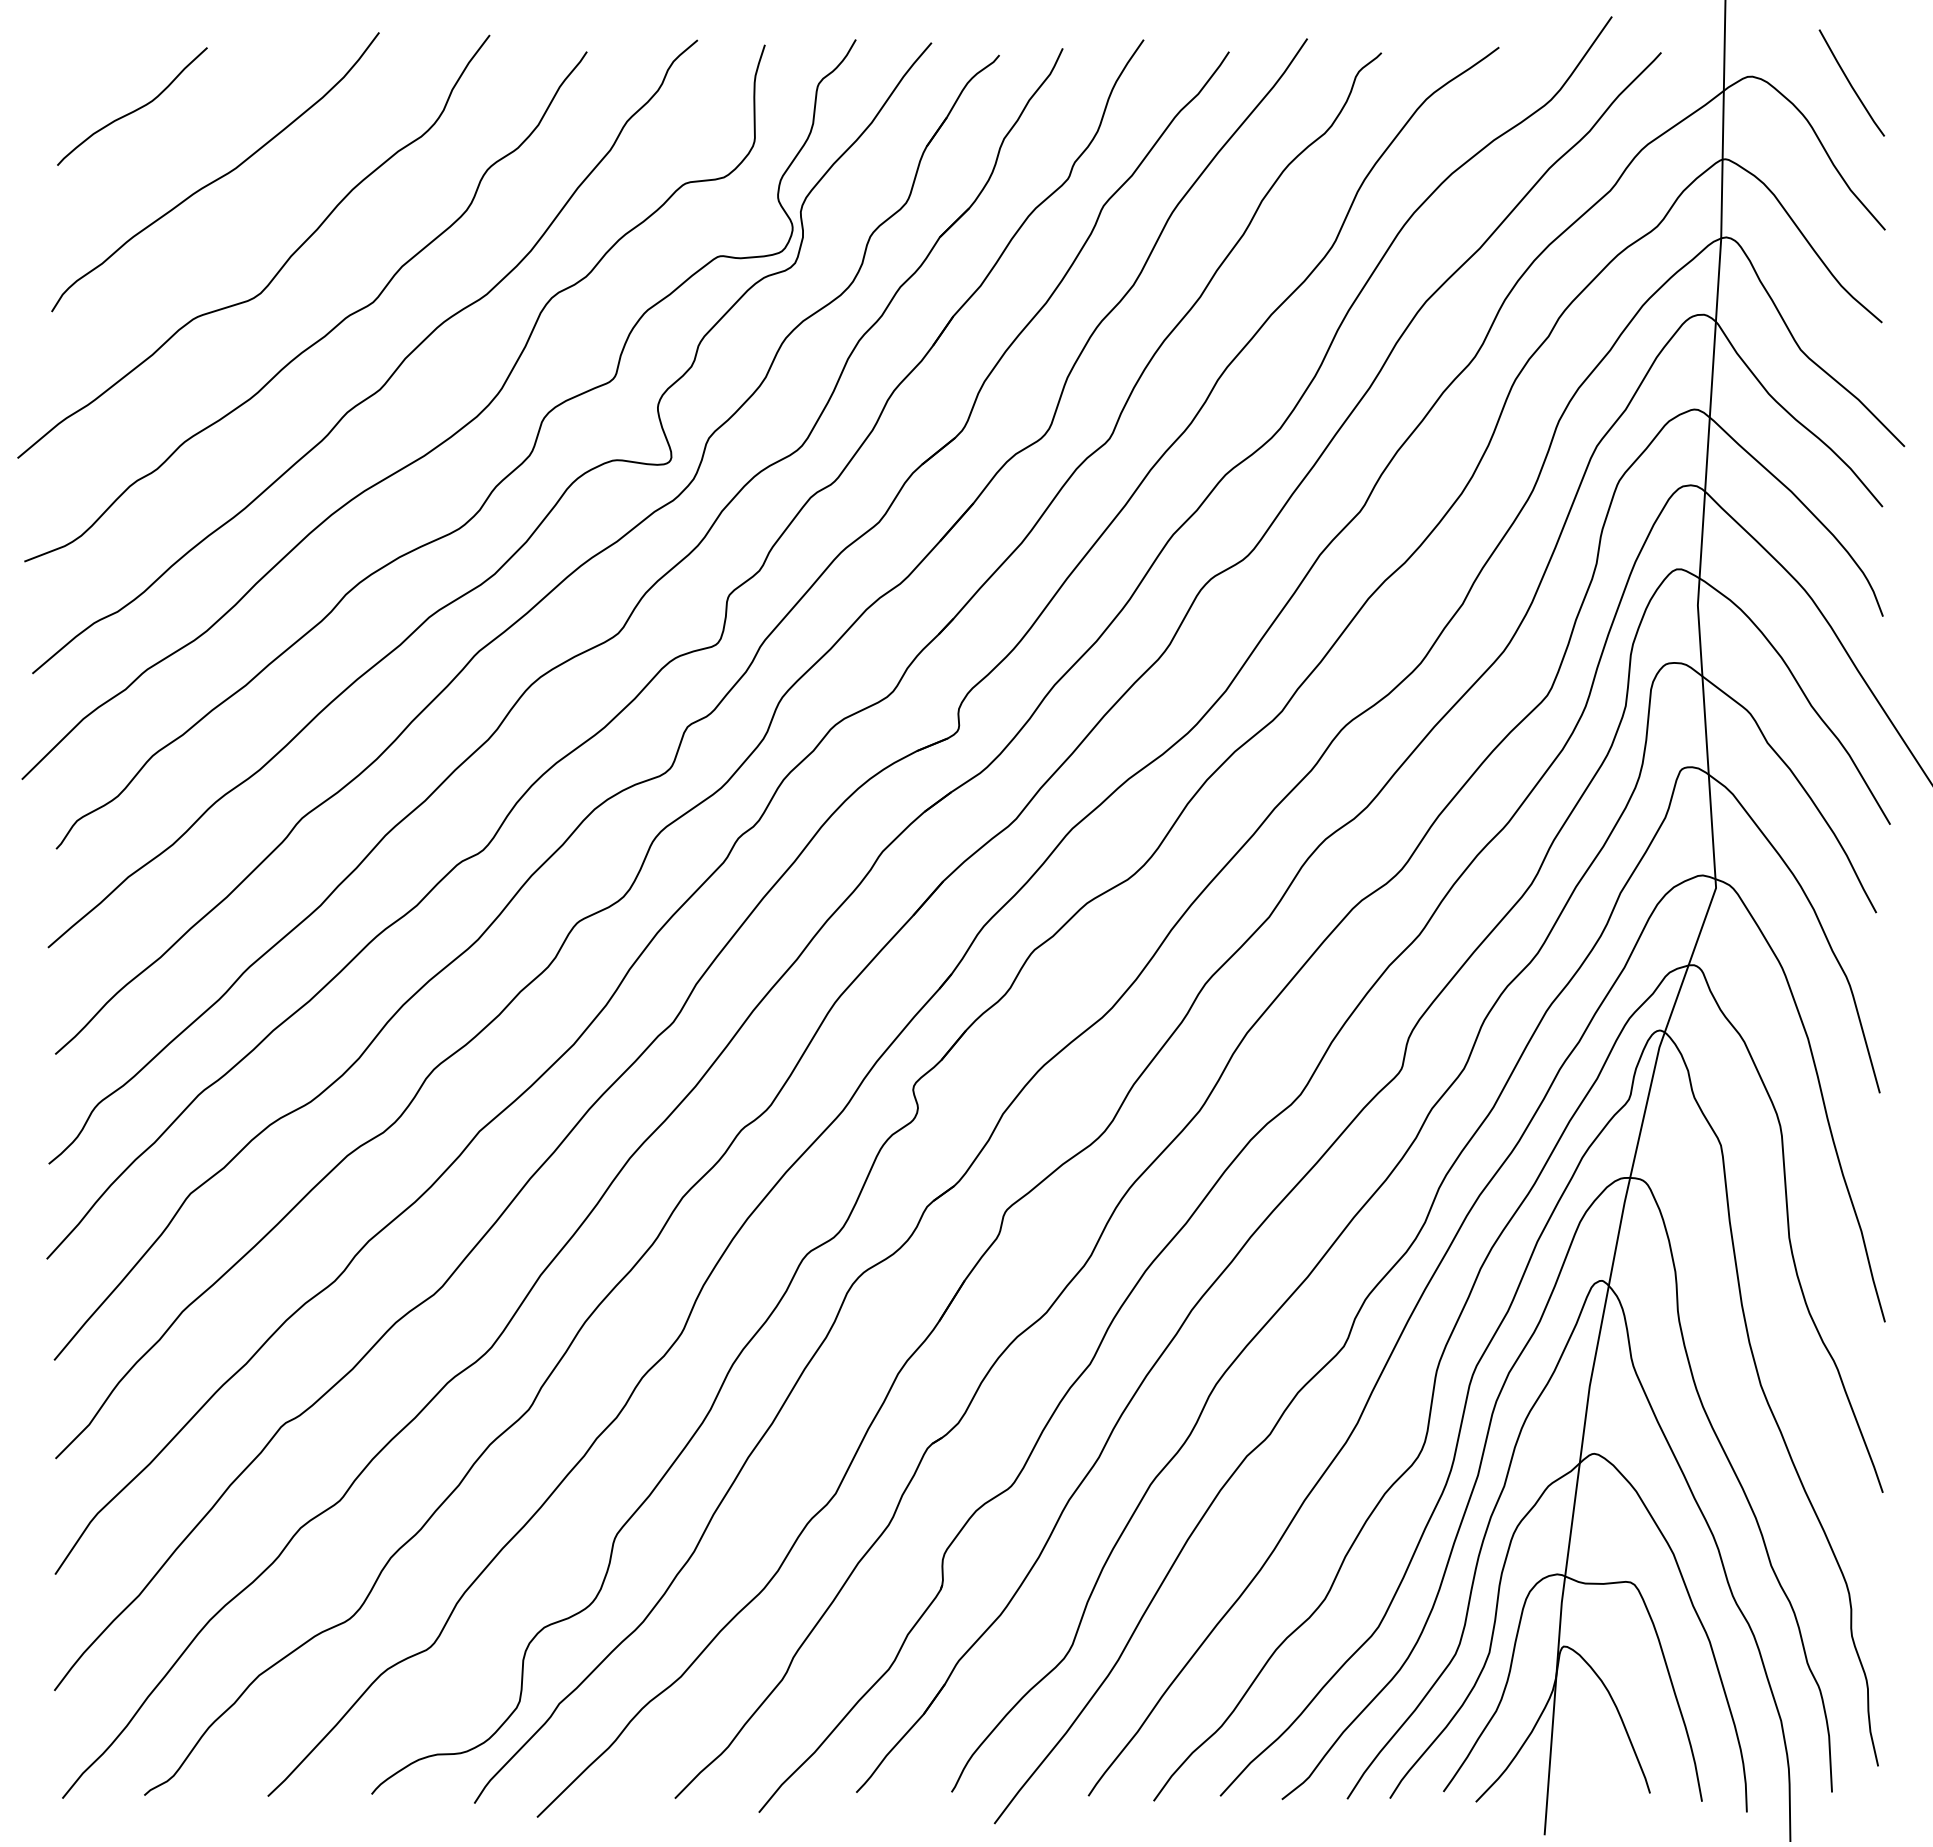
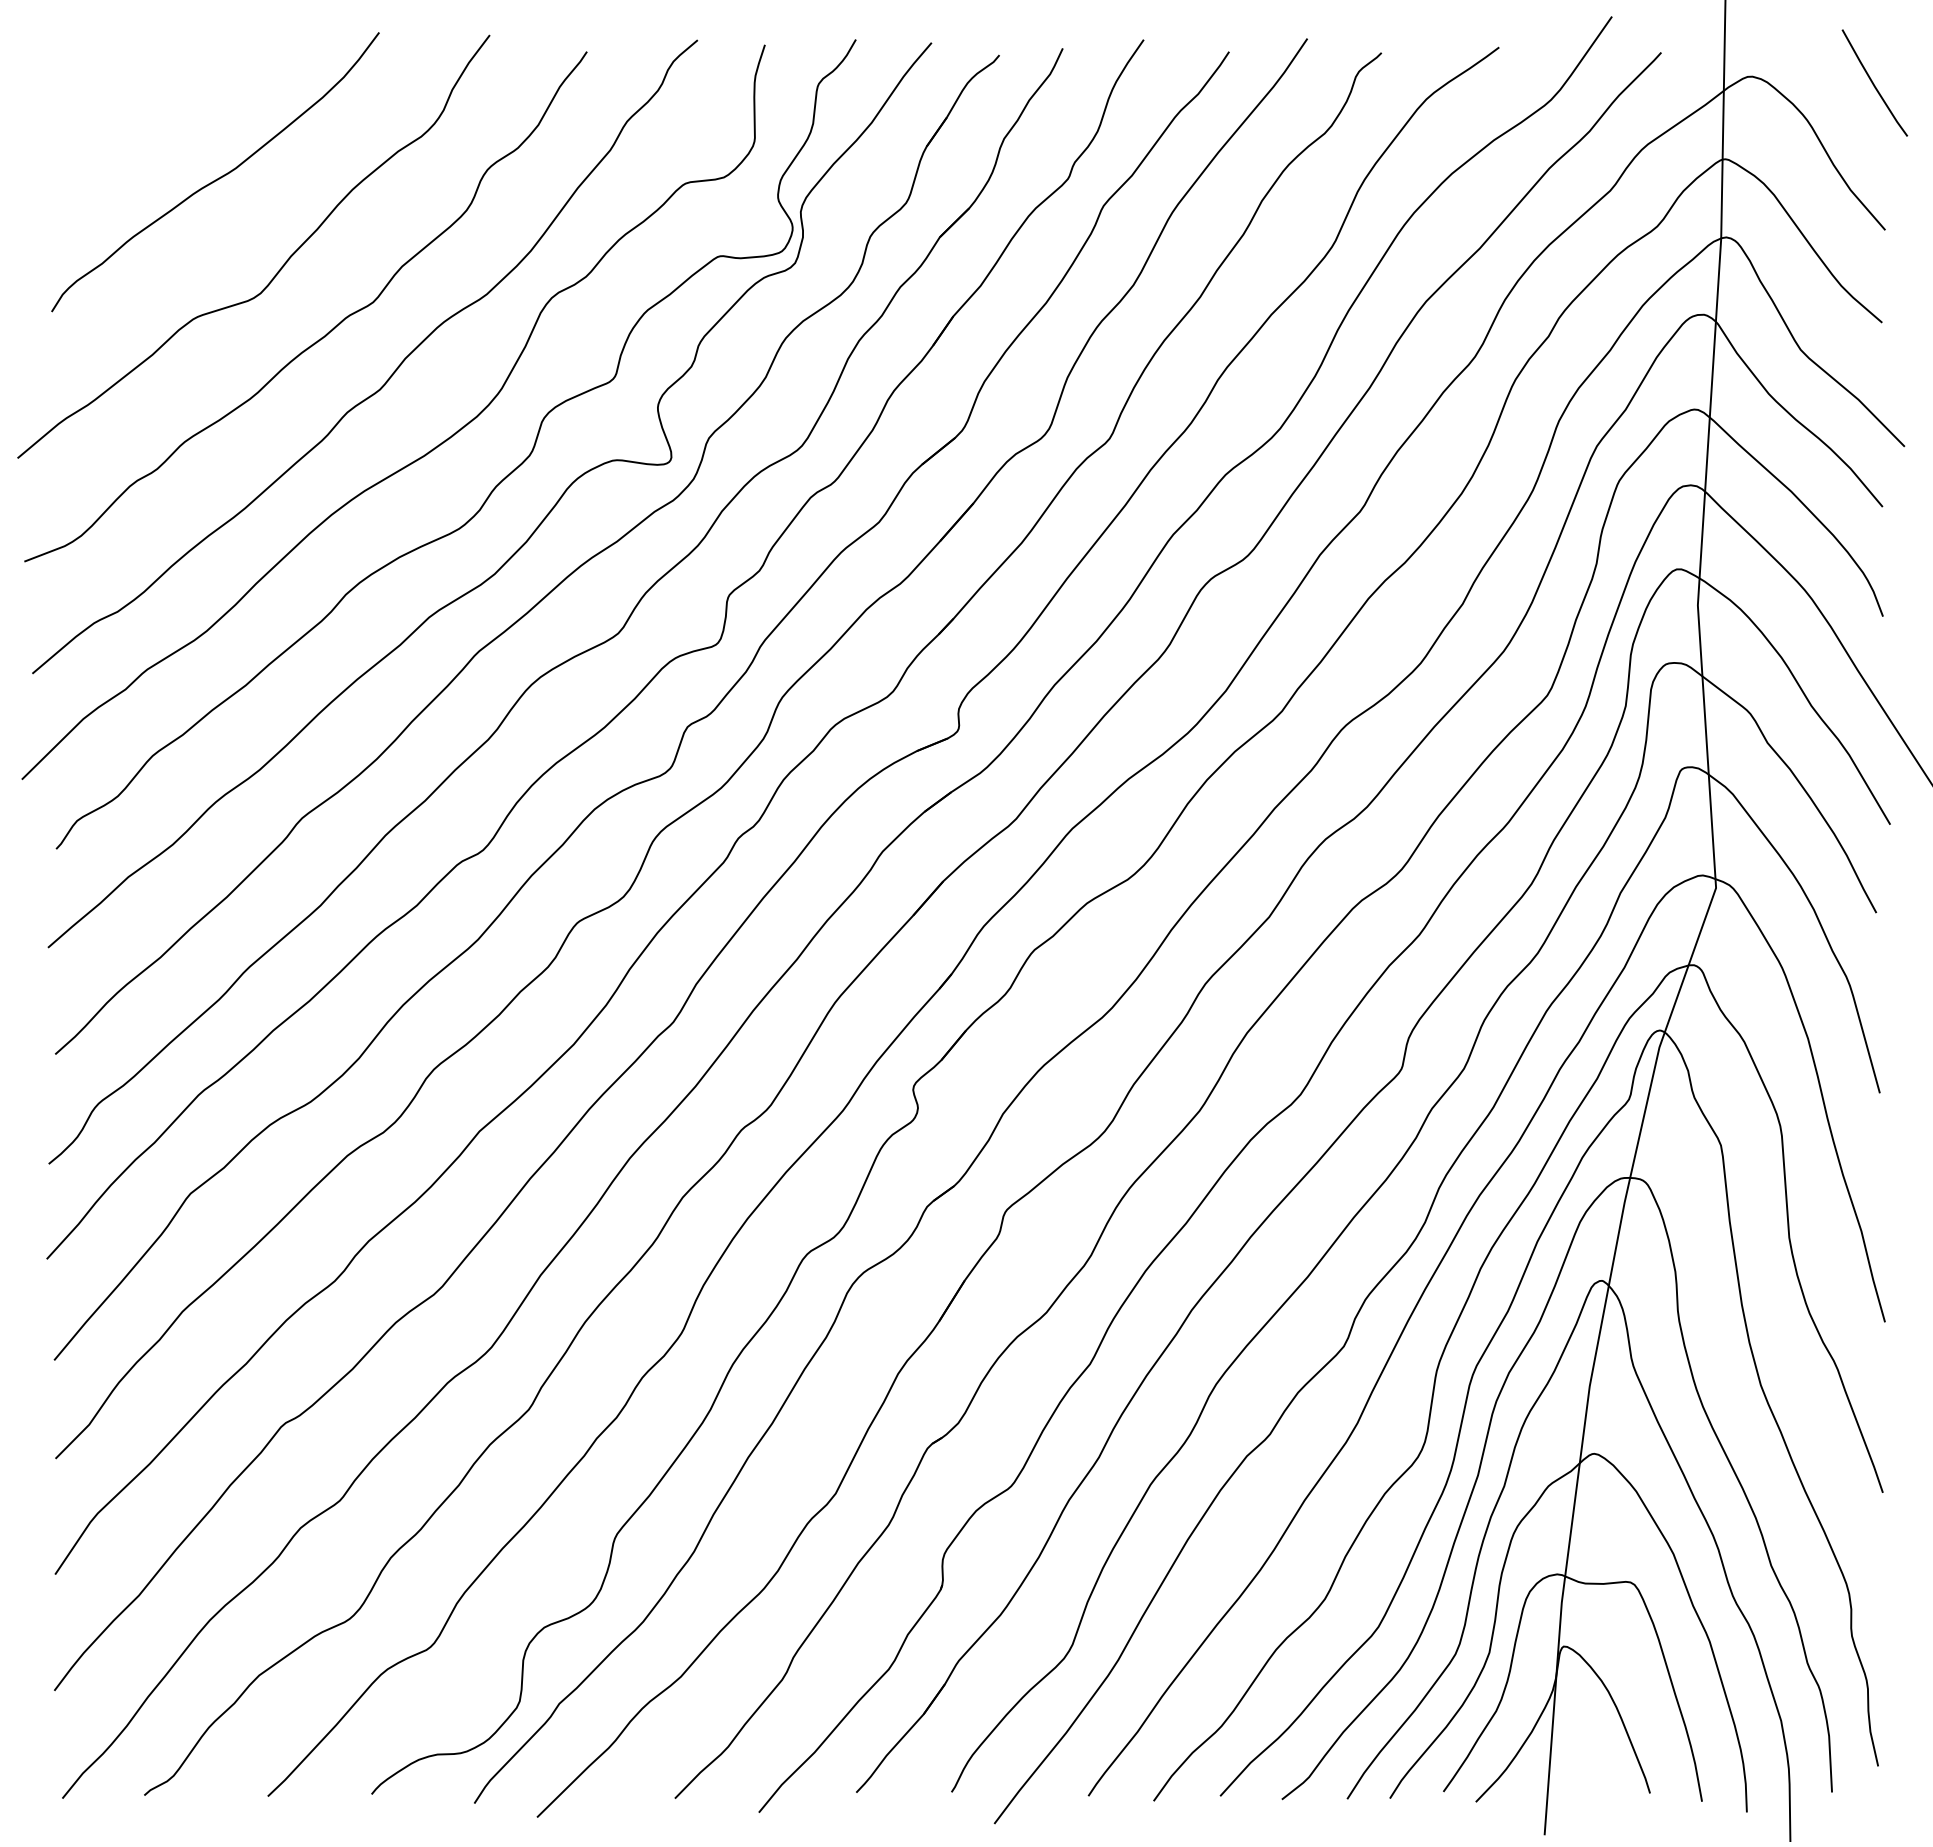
line at (1850, 82) position: (1850, 82) -> (1873, 82)
curve at (133, 110): present -> none
